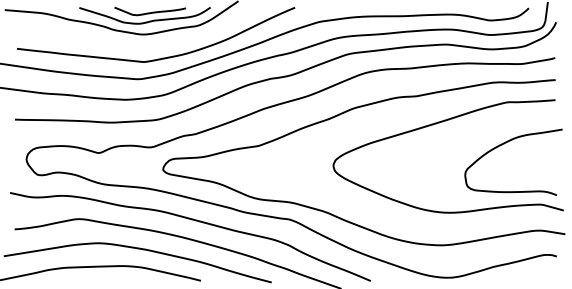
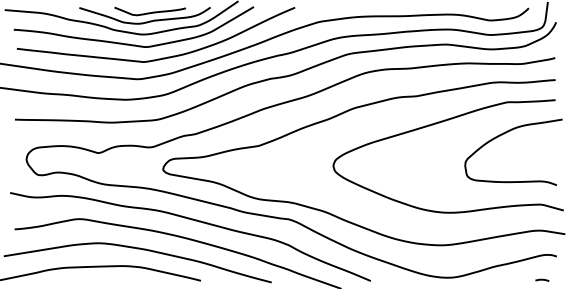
curve at (128, 43): none -> present
curve at (504, 144) position: (504, 144) -> (504, 134)
curve at (542, 279): none -> present
